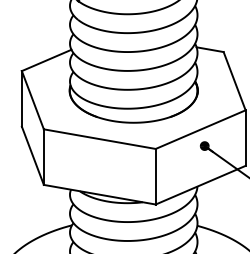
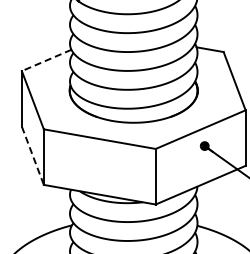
line at (46, 60): solid -> dashed
line at (33, 156): solid -> dashed
